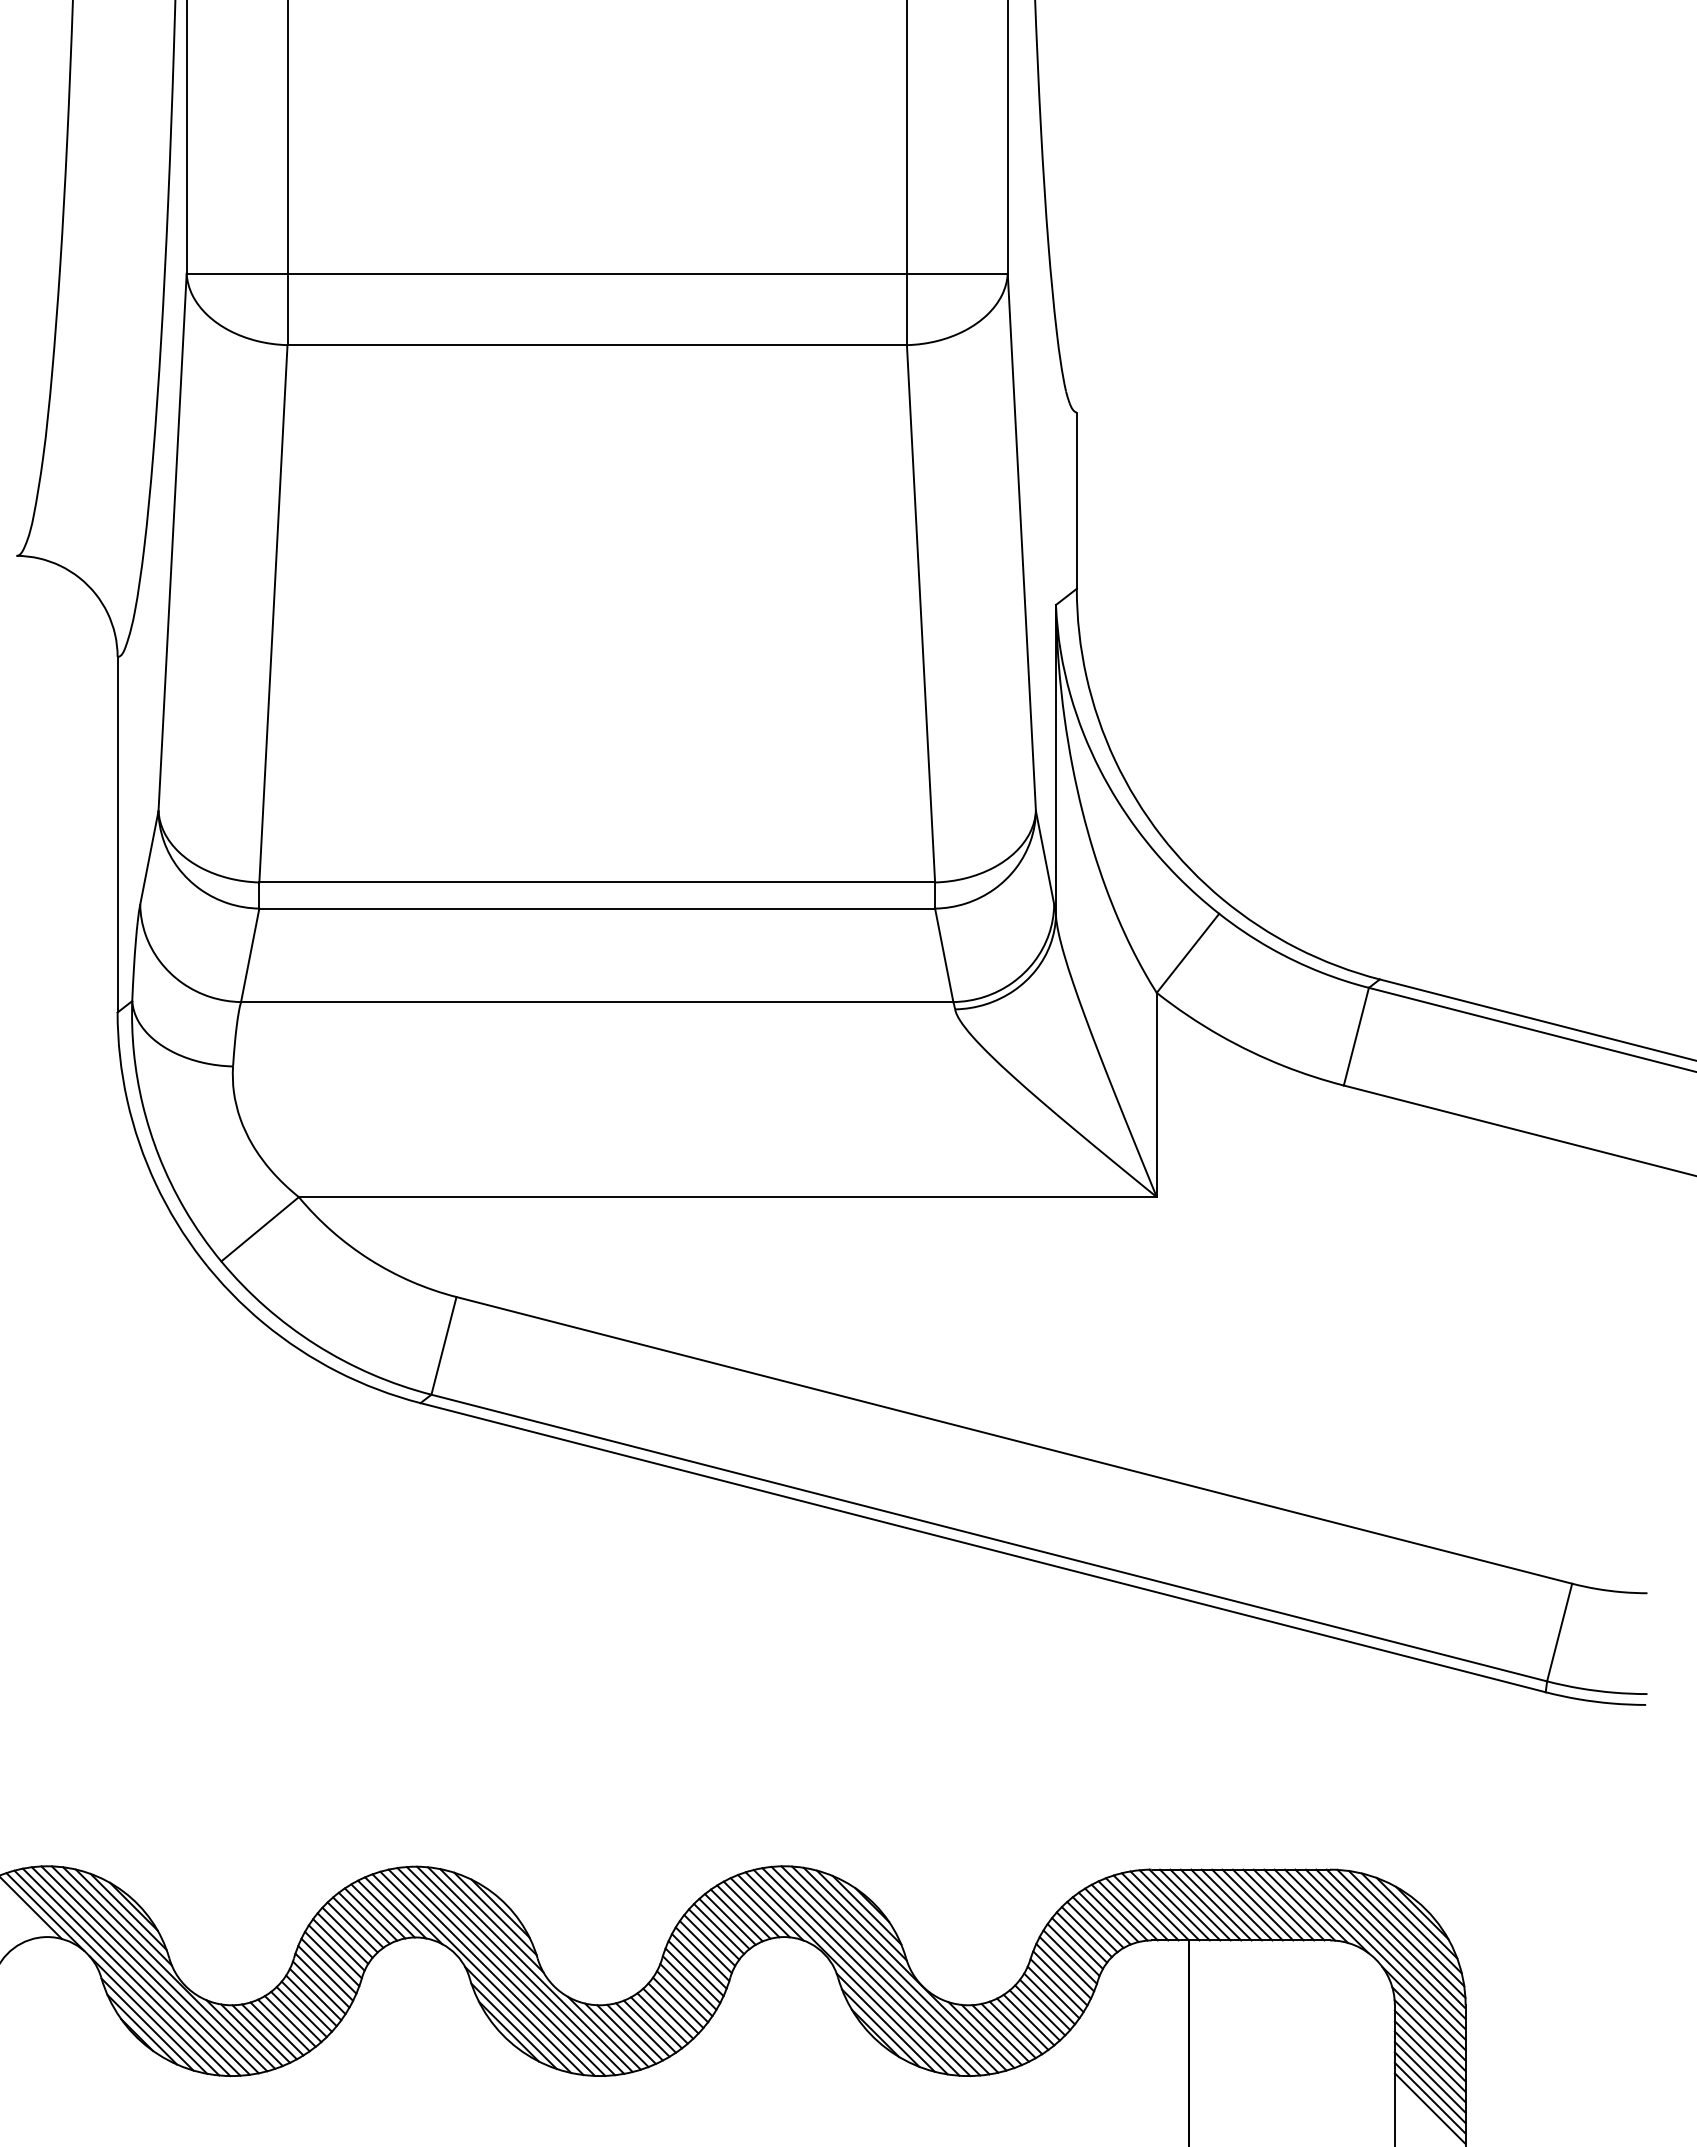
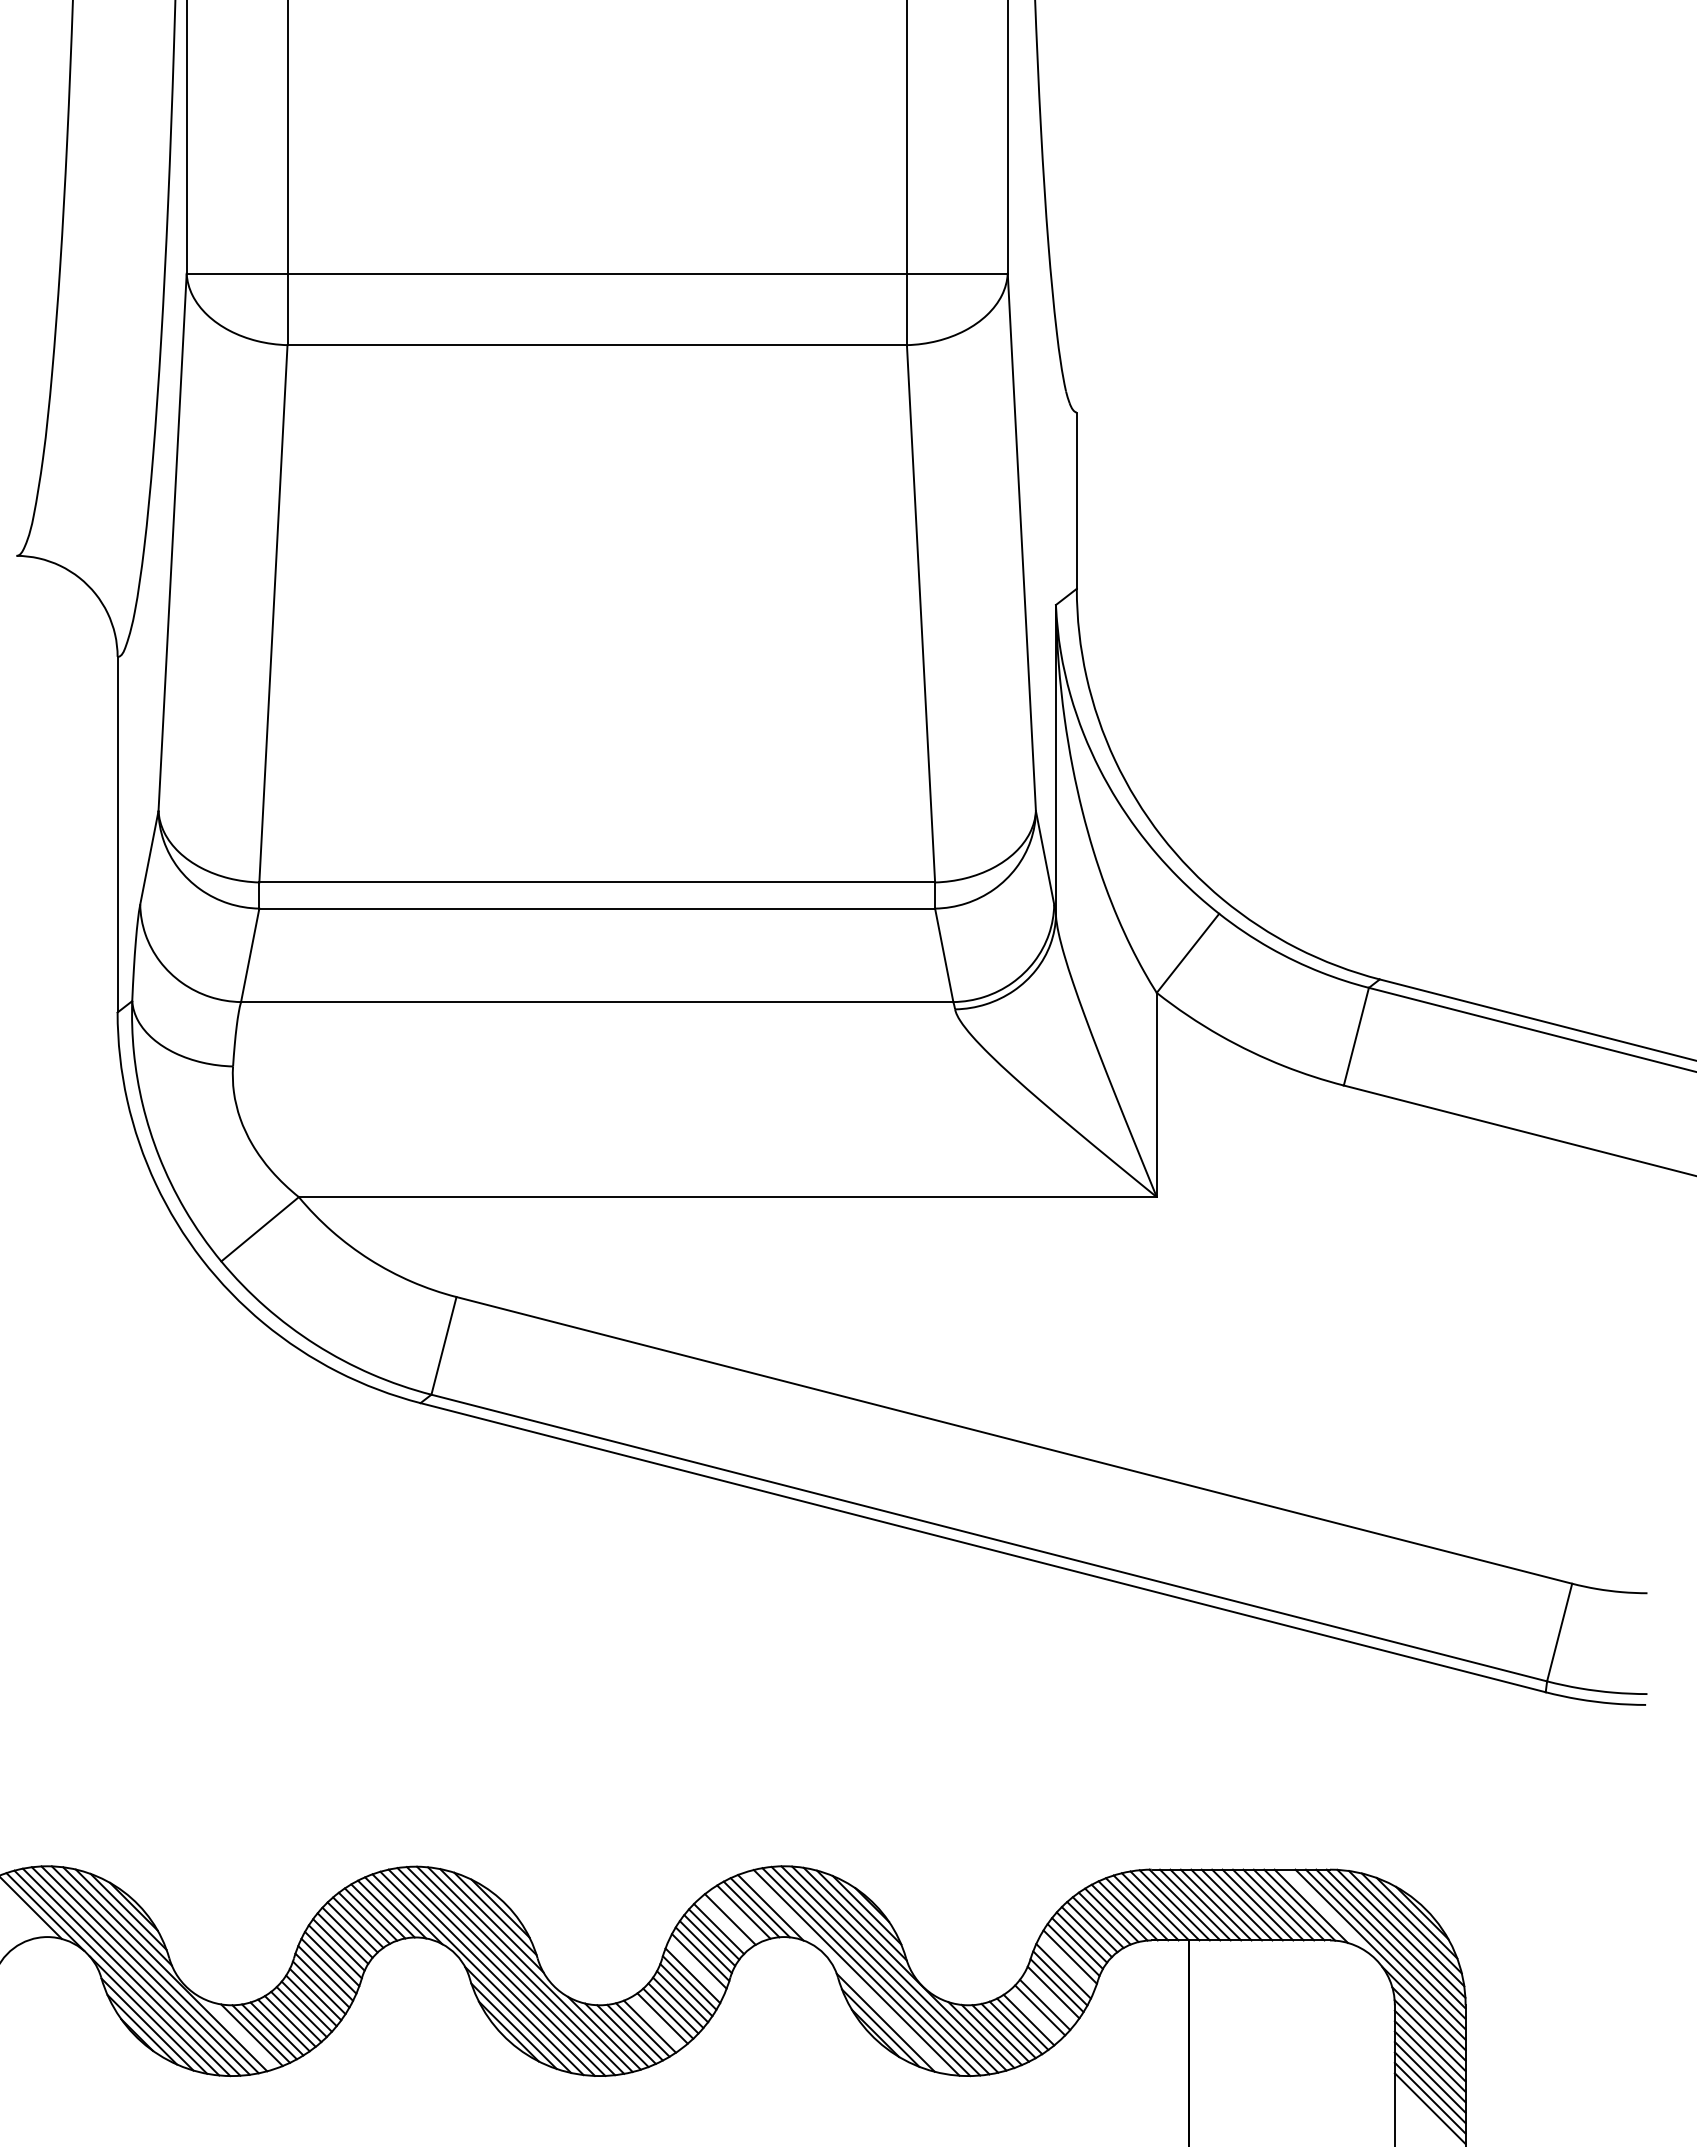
line at (1326, 1911): present -> none
line at (736, 1915): present -> none
line at (724, 1923): present -> none
line at (1066, 1964): present -> none
line at (695, 1968): present -> none
line at (846, 1973): present -> none
line at (1049, 1998): present -> none
line at (1034, 2015): present -> none
line at (656, 2022): present -> none
line at (240, 2034): present -> none
